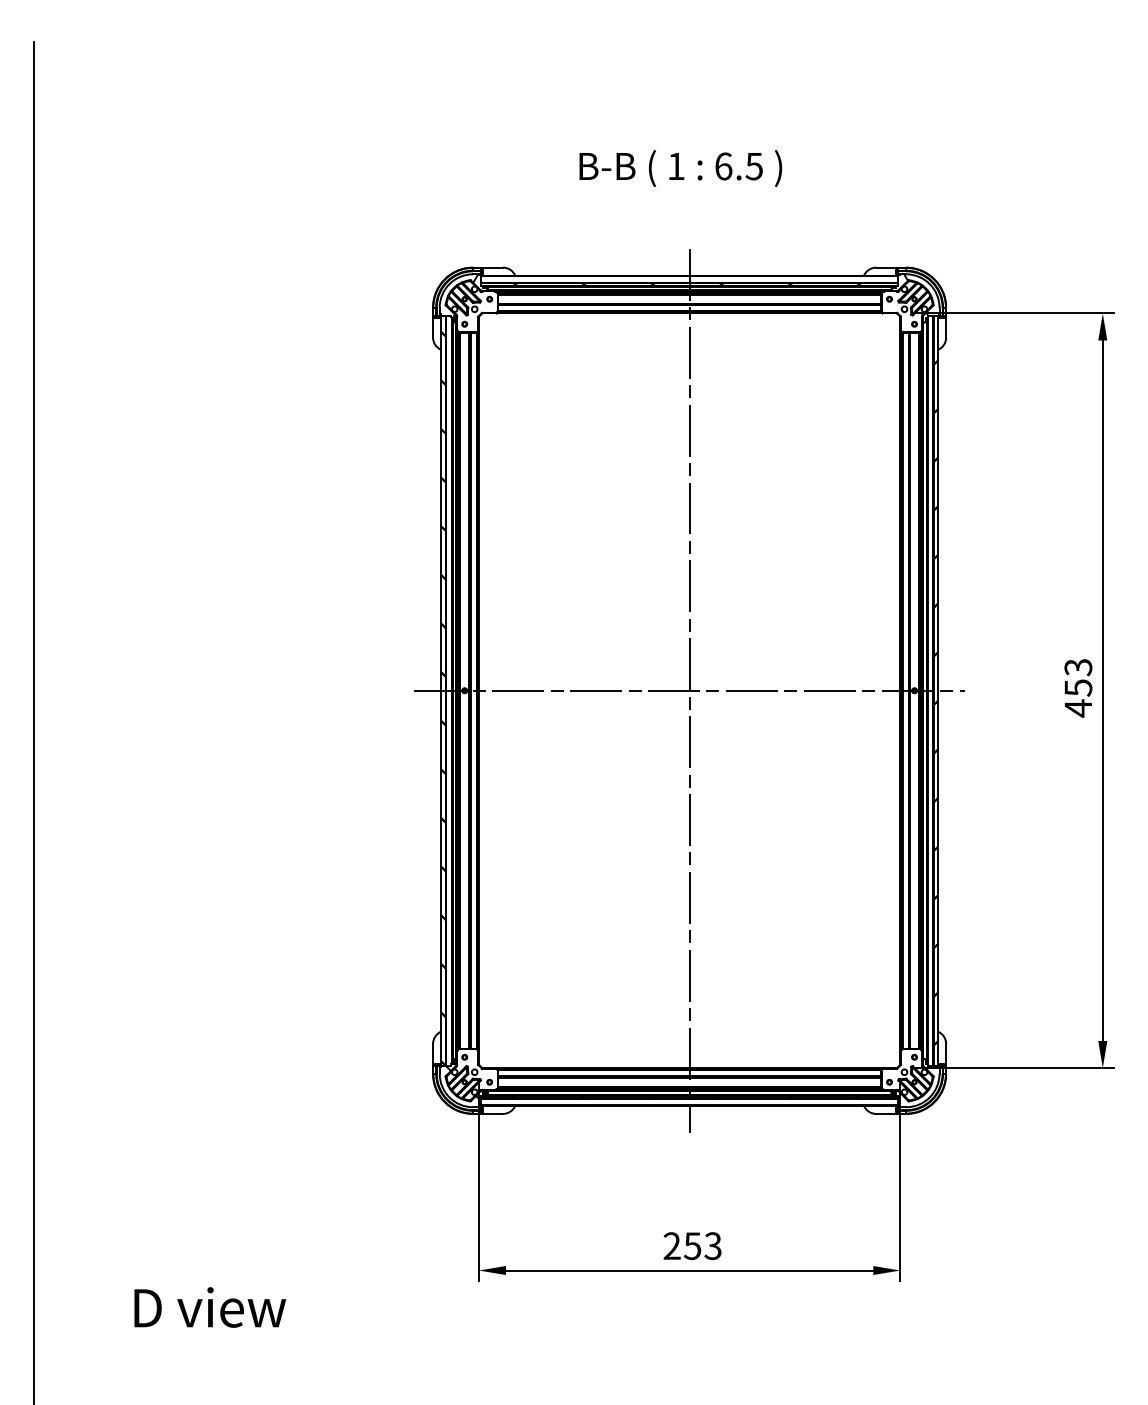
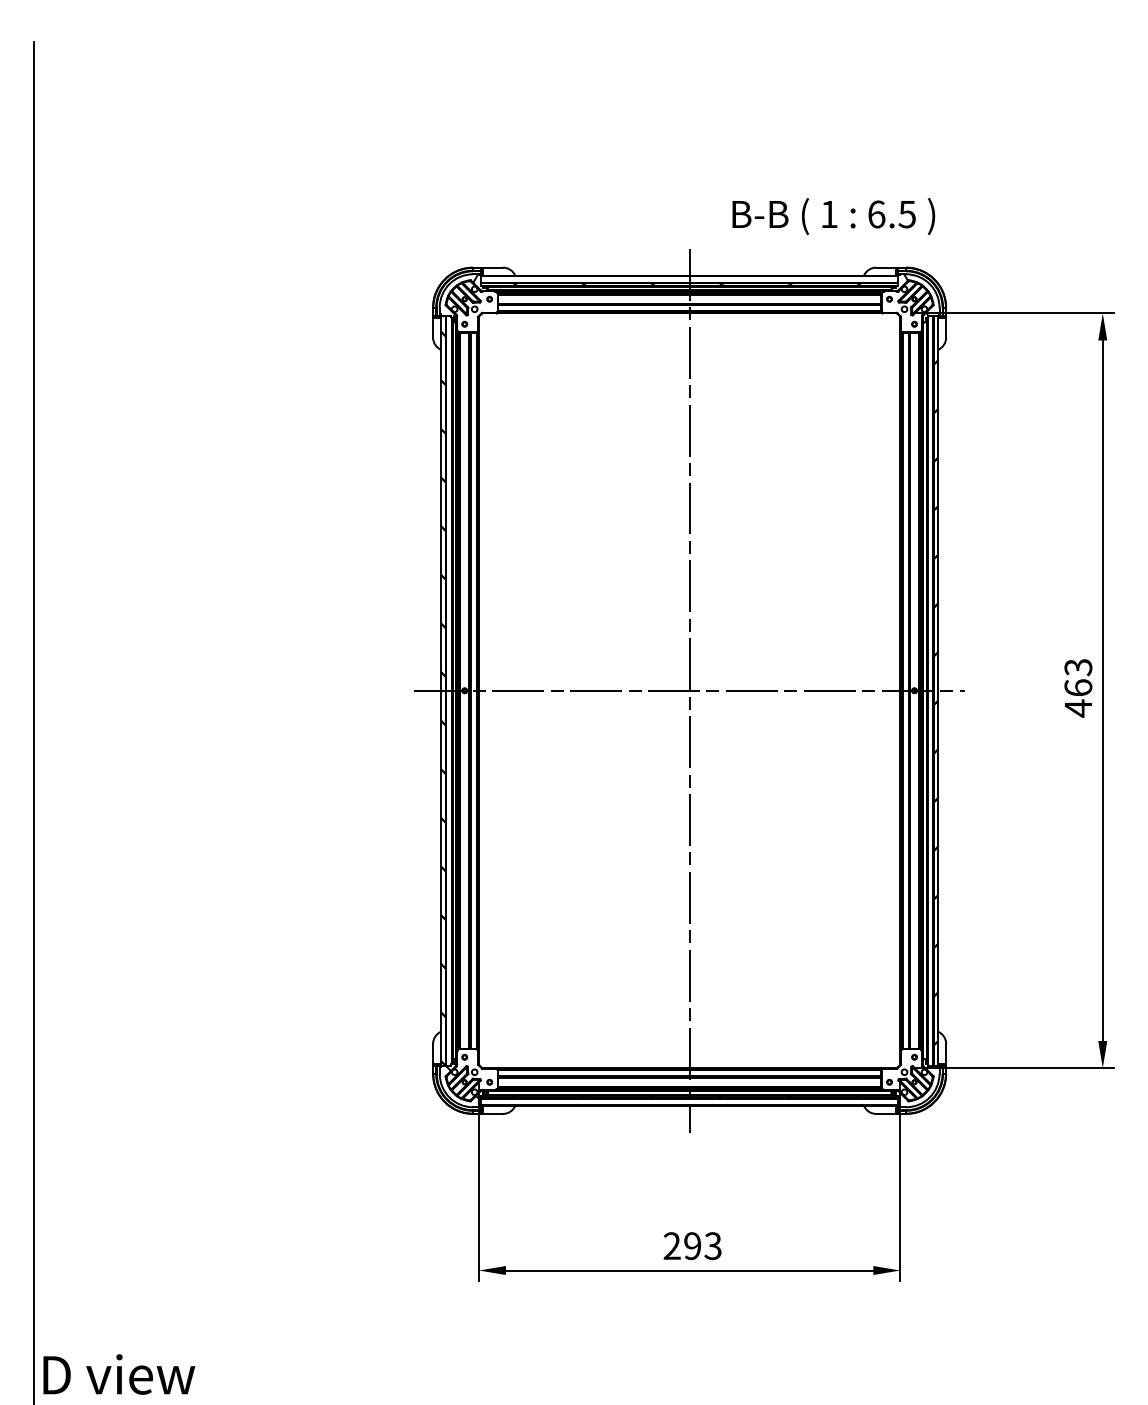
text at (680, 168) position: (680, 168) -> (833, 216)
text at (1078, 687): 453 -> 463
text at (692, 1246): 253 -> 293
text at (210, 1307) position: (210, 1307) -> (119, 1374)
